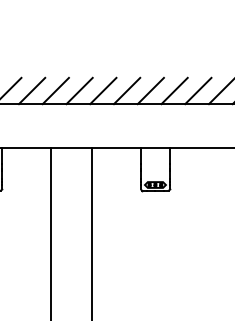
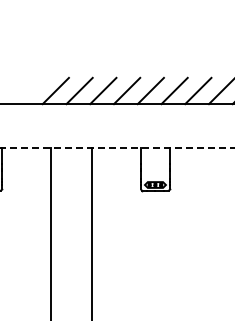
line at (11, 87): present -> none
line at (31, 90): present -> none
line at (116, 148): solid -> dashed
